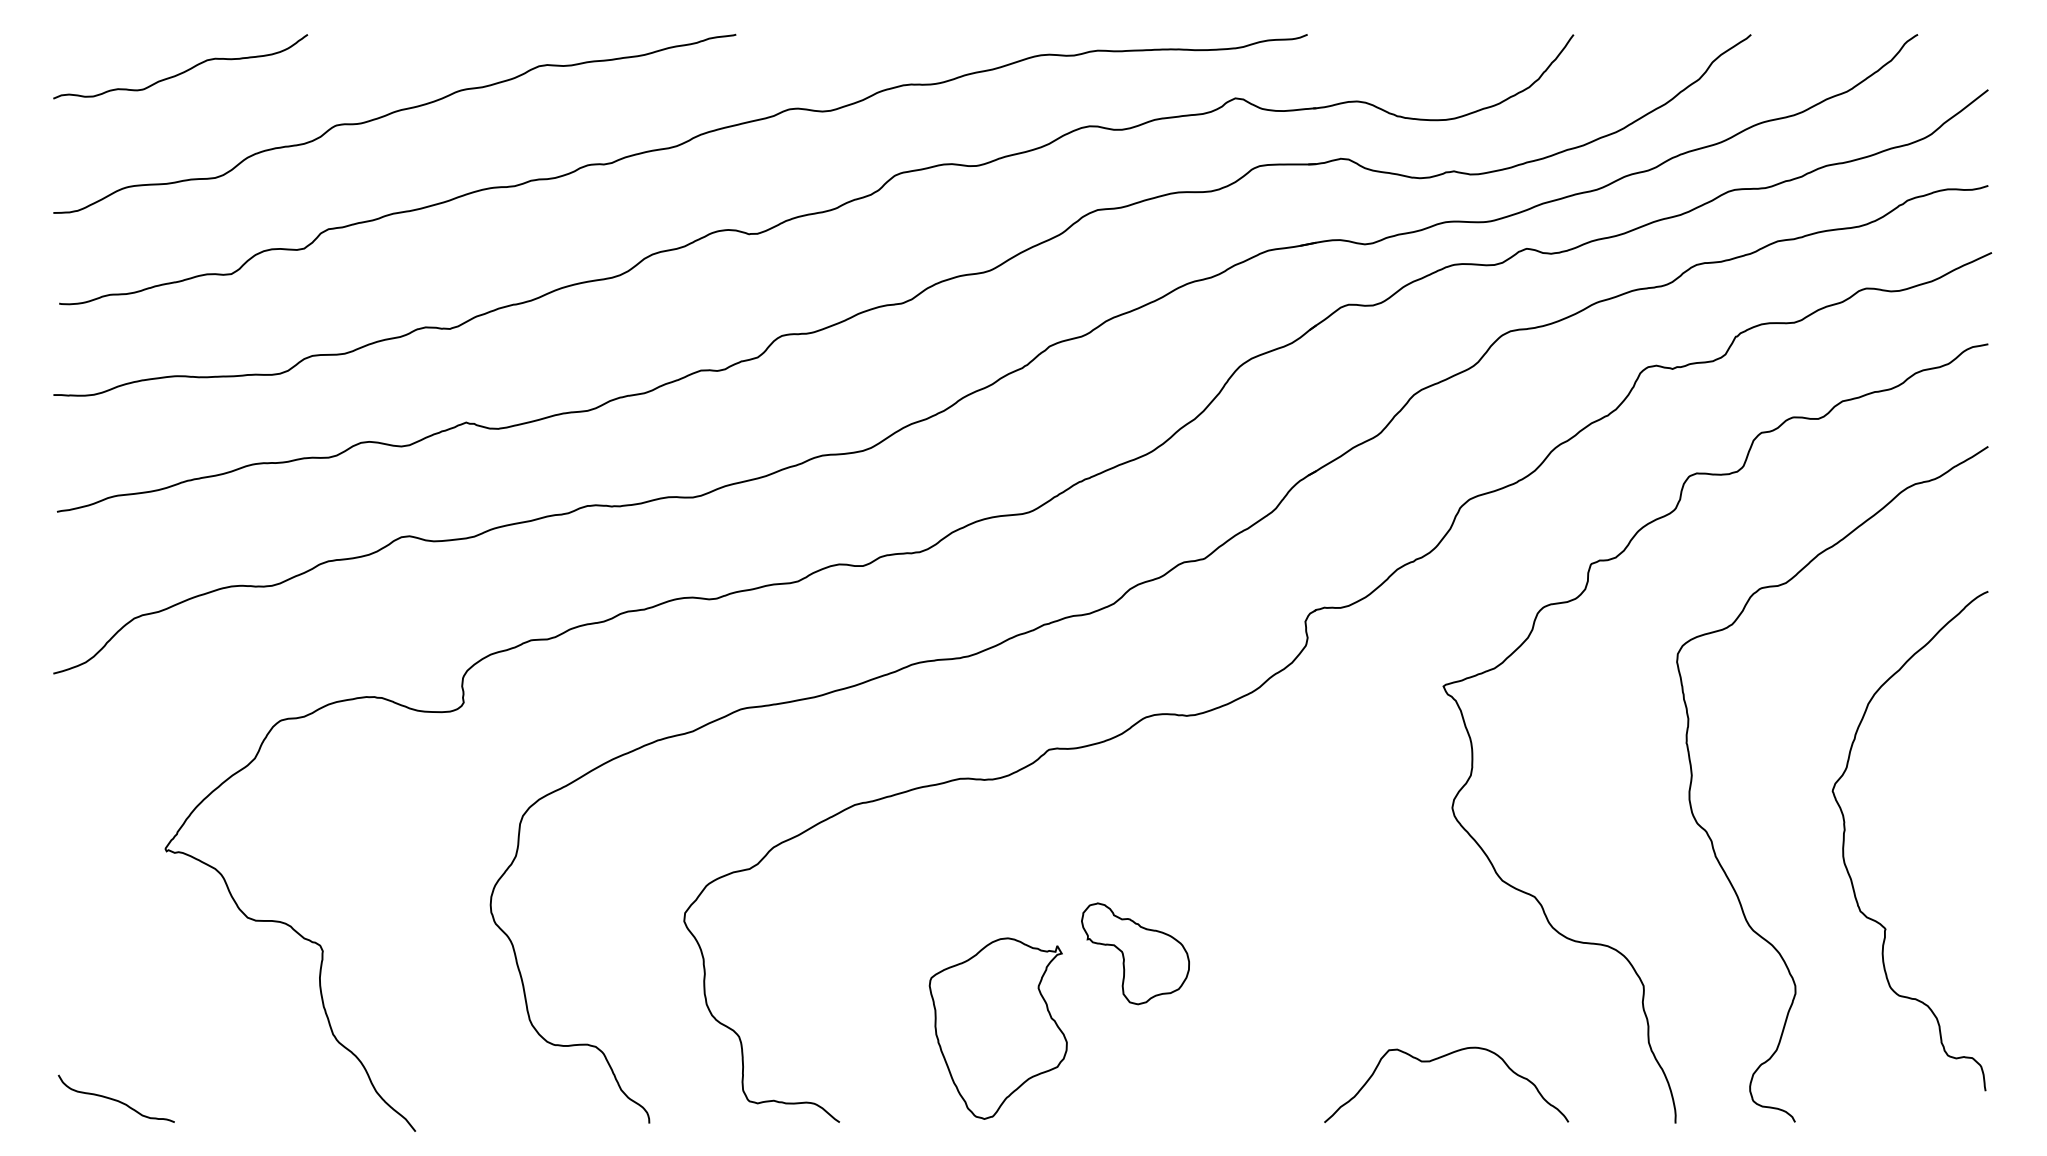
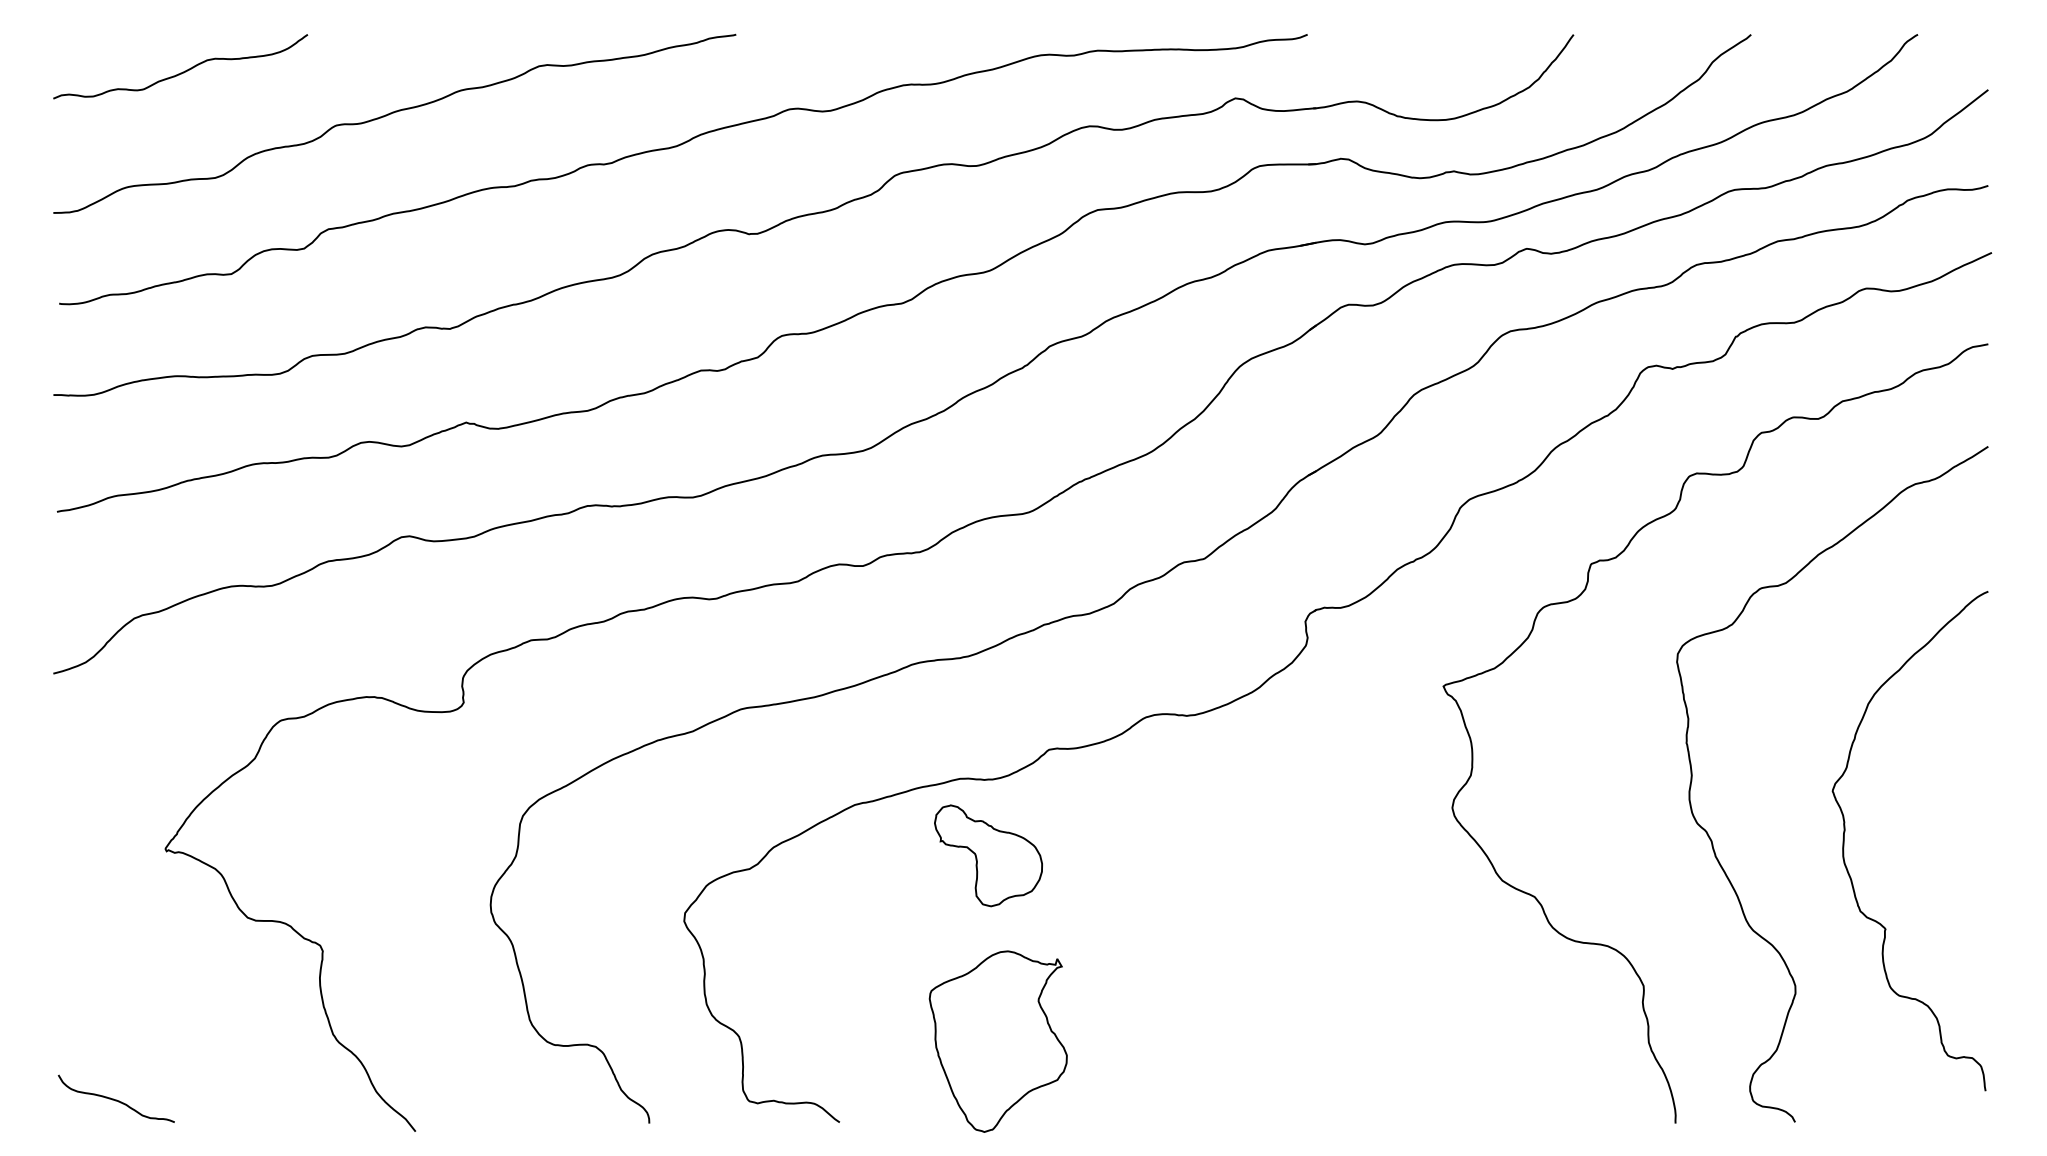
part at (1135, 953) position: (1135, 953) -> (988, 855)
part at (997, 1028) position: (997, 1028) -> (997, 1041)
curve at (1438, 1059): present -> none
